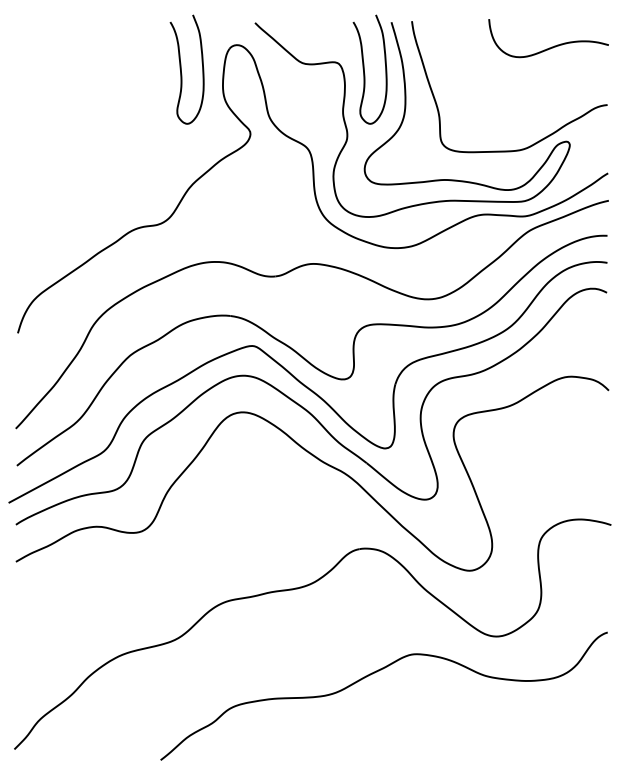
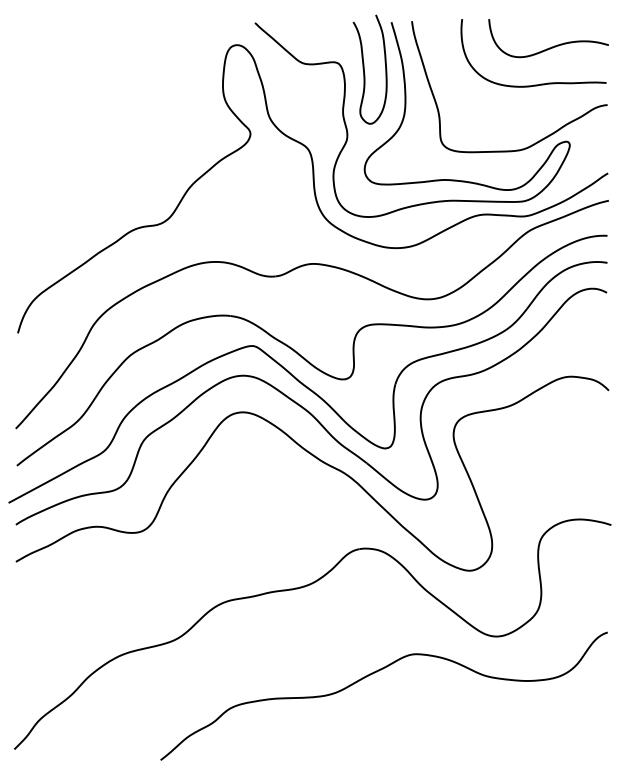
curve at (181, 69): present -> none
curve at (540, 83): none -> present
